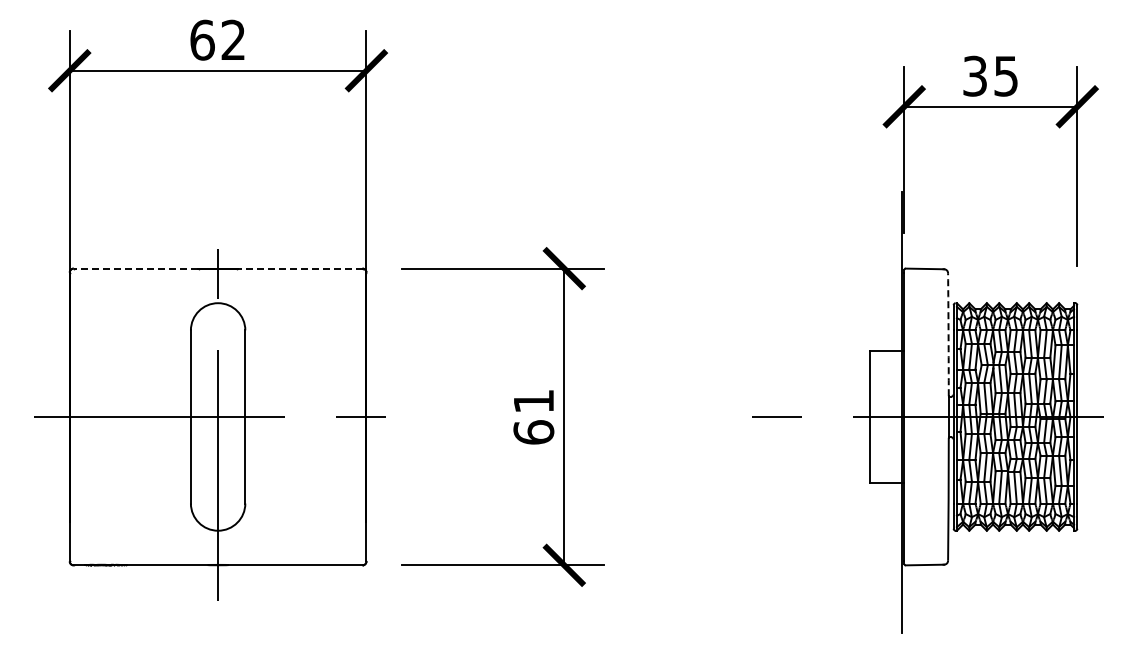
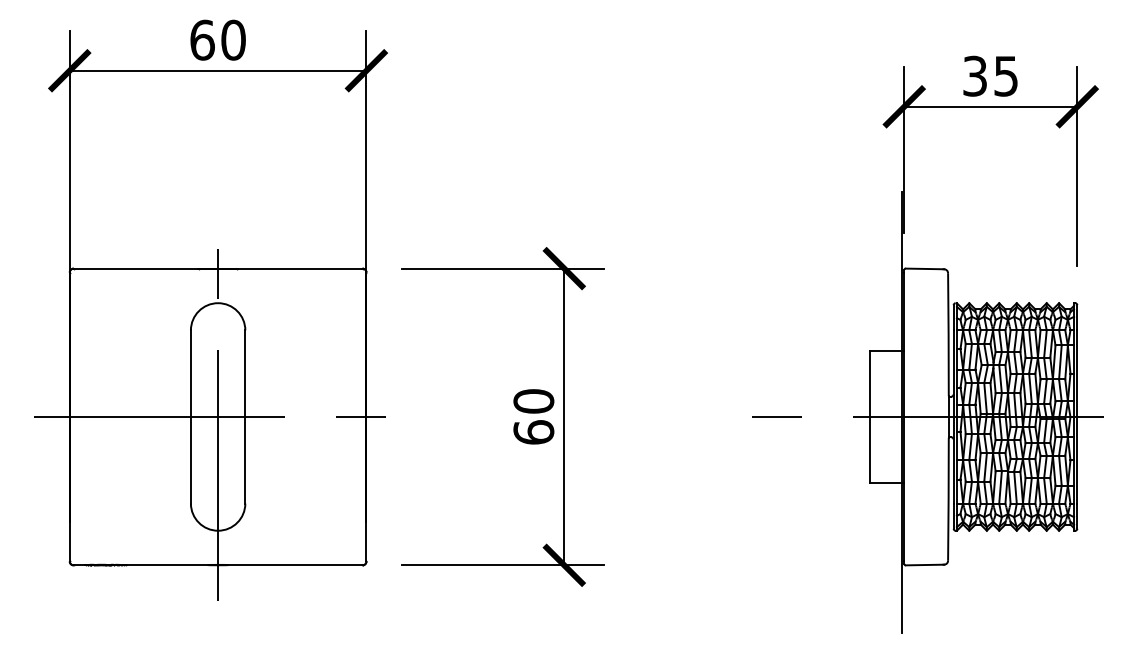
text at (233, 39): 62 -> 60
line at (217, 268): dashed -> solid
arc at (948, 334): dashed -> solid
text at (533, 401): 61 -> 60
